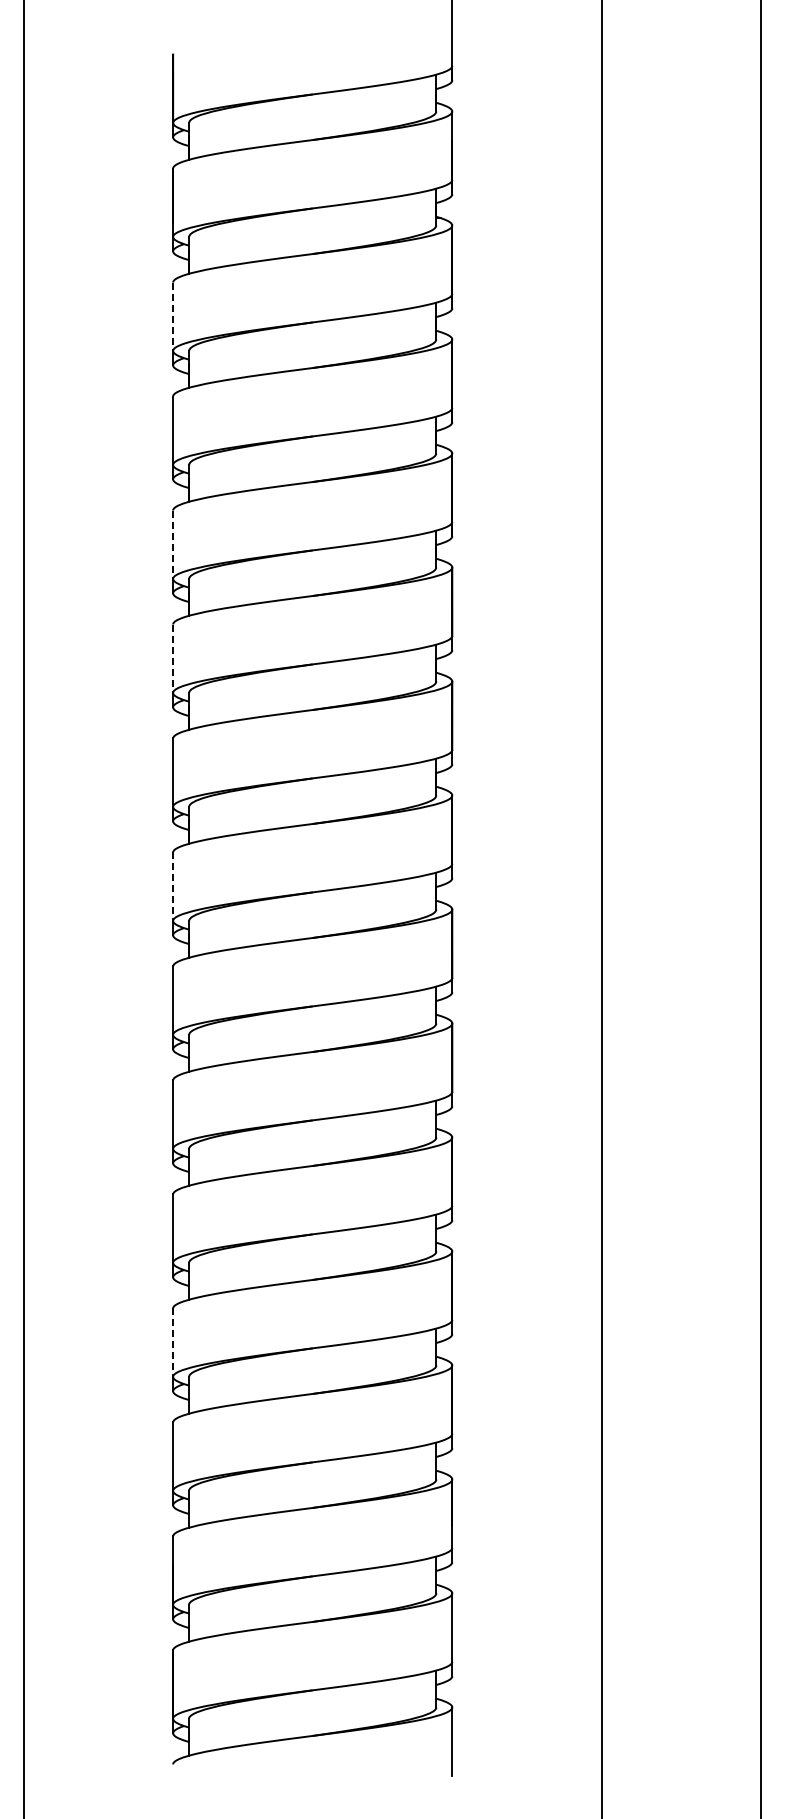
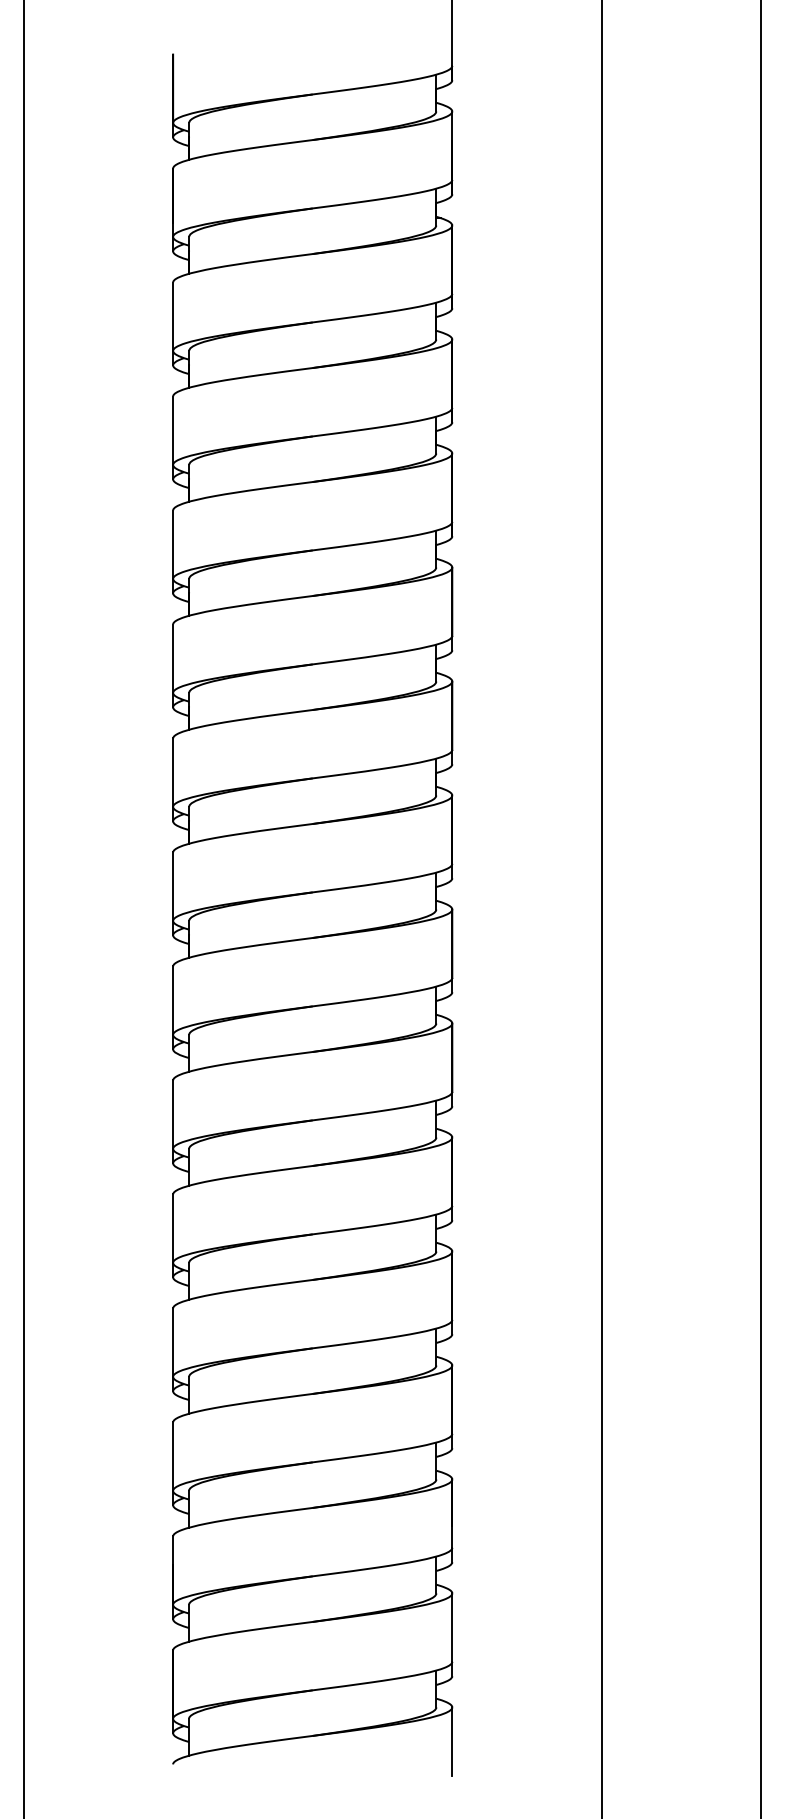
line at (173, 317): dashed -> solid
line at (173, 545): dashed -> solid
line at (173, 659): dashed -> solid
line at (173, 887): dashed -> solid
line at (173, 1343): dashed -> solid
